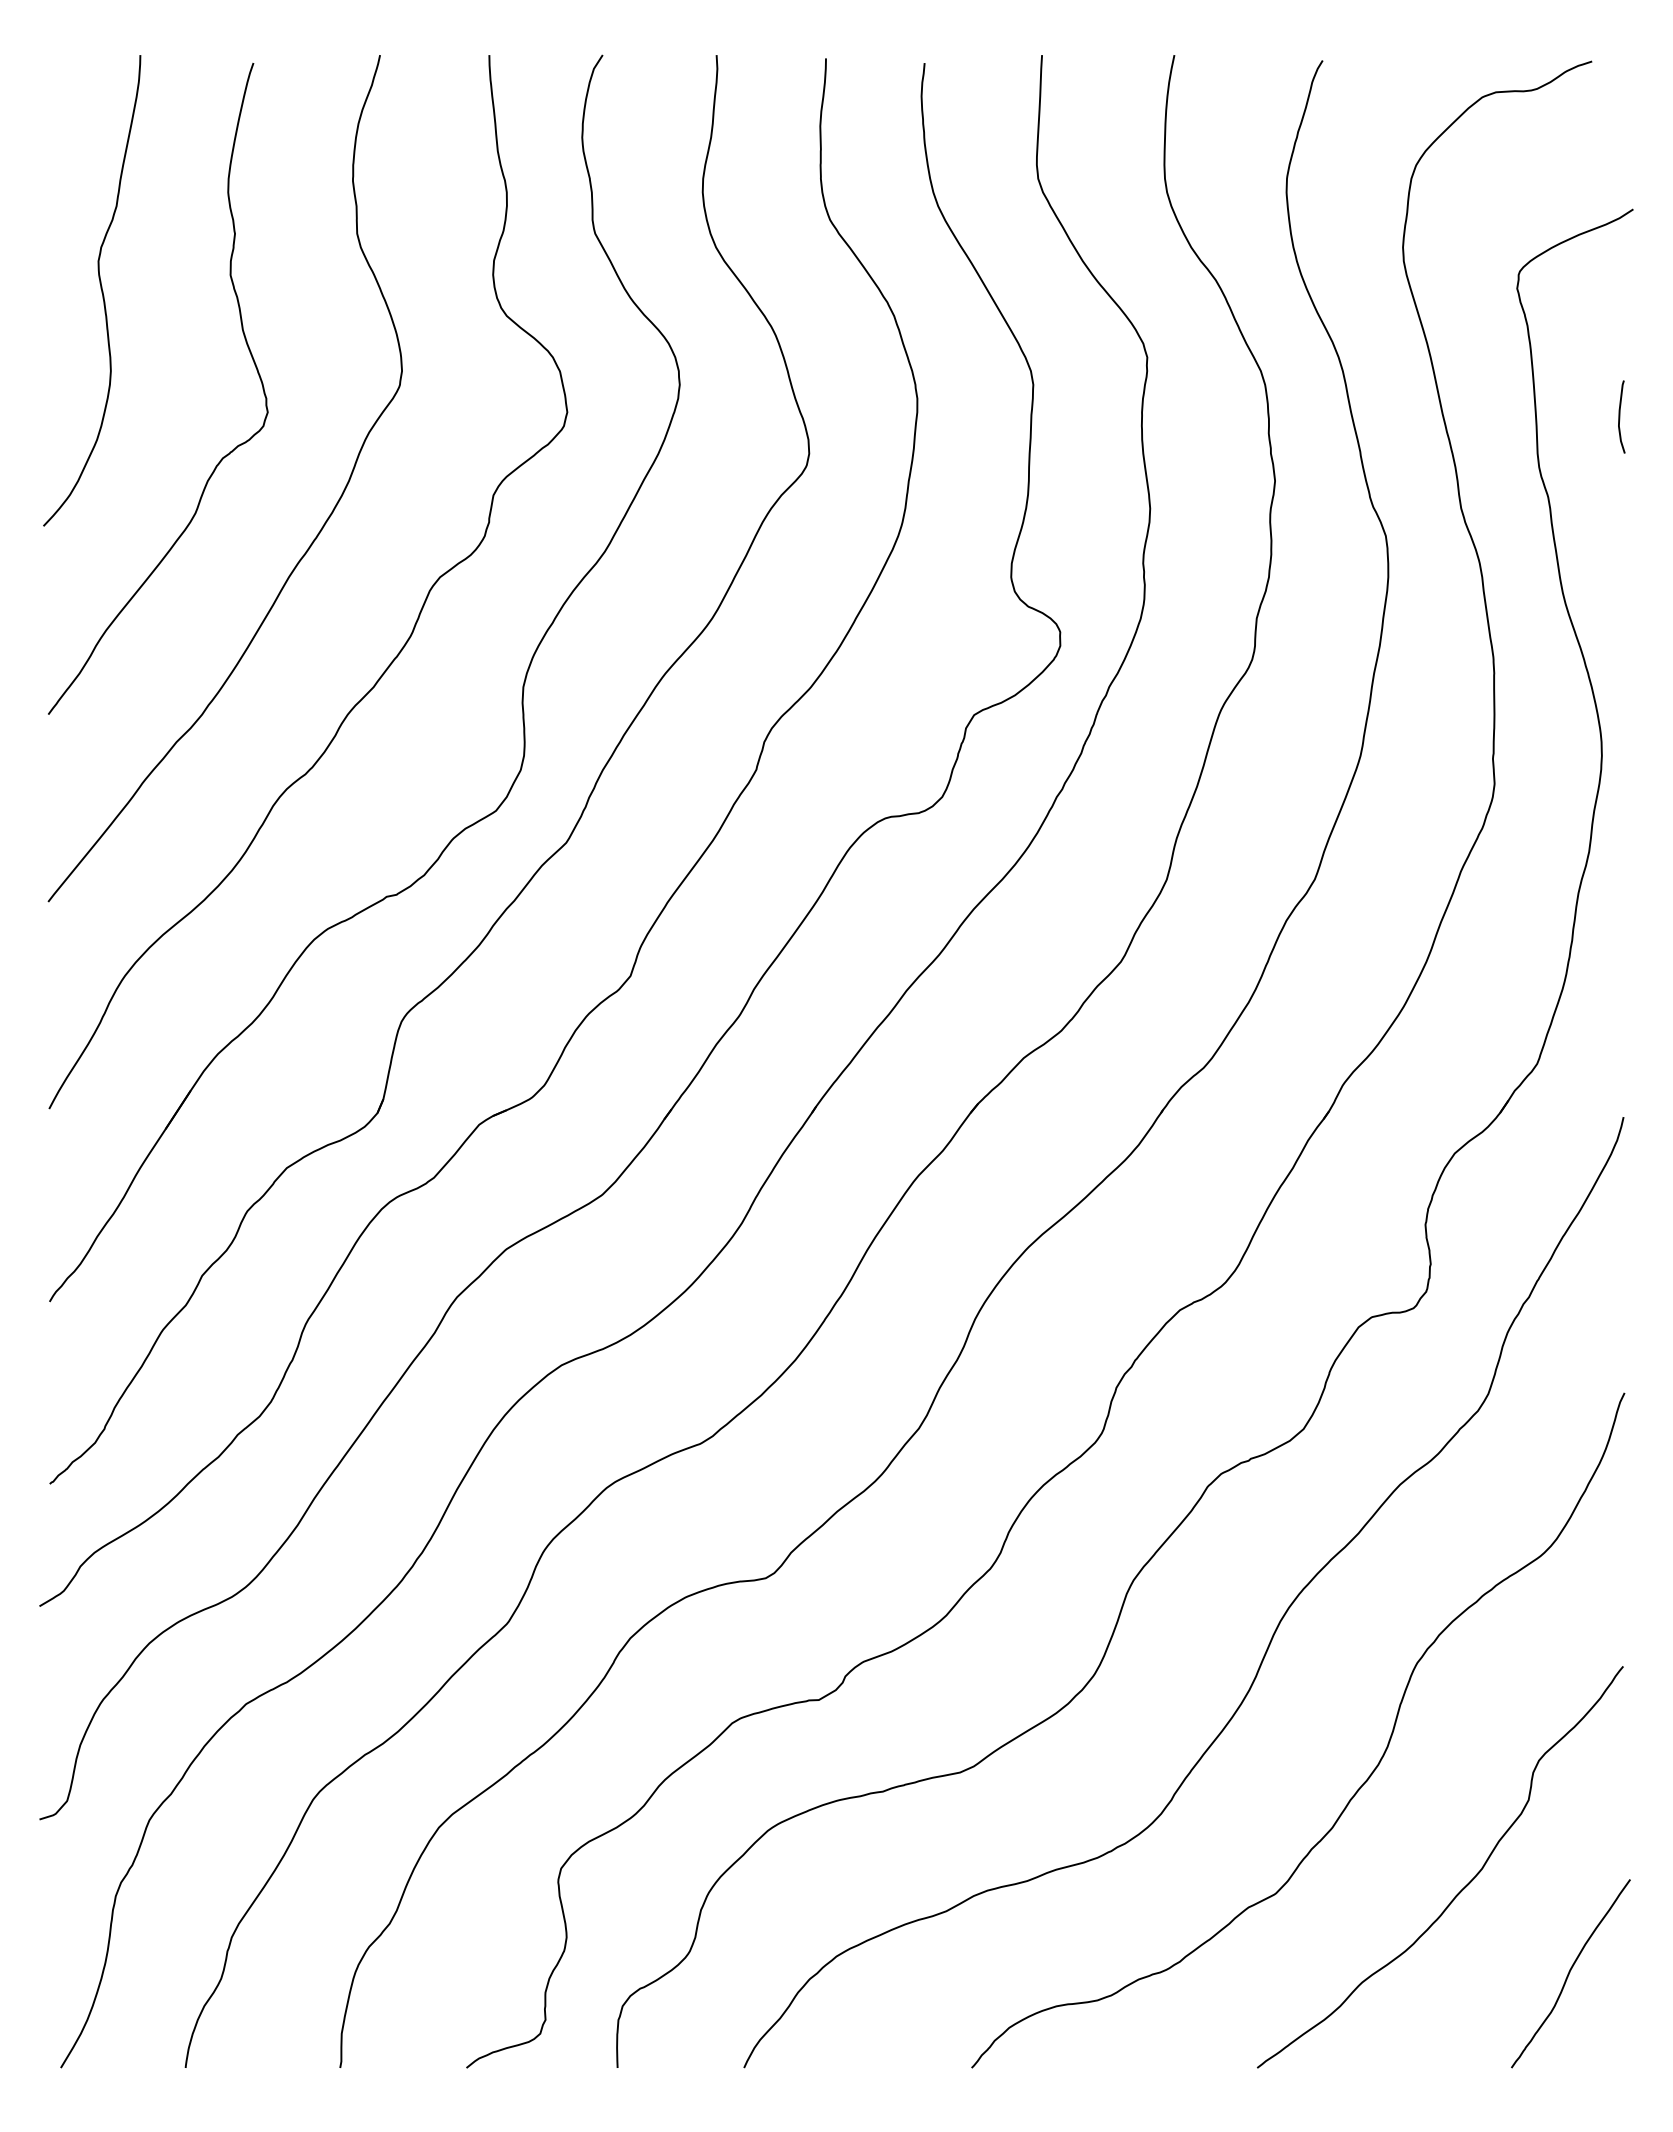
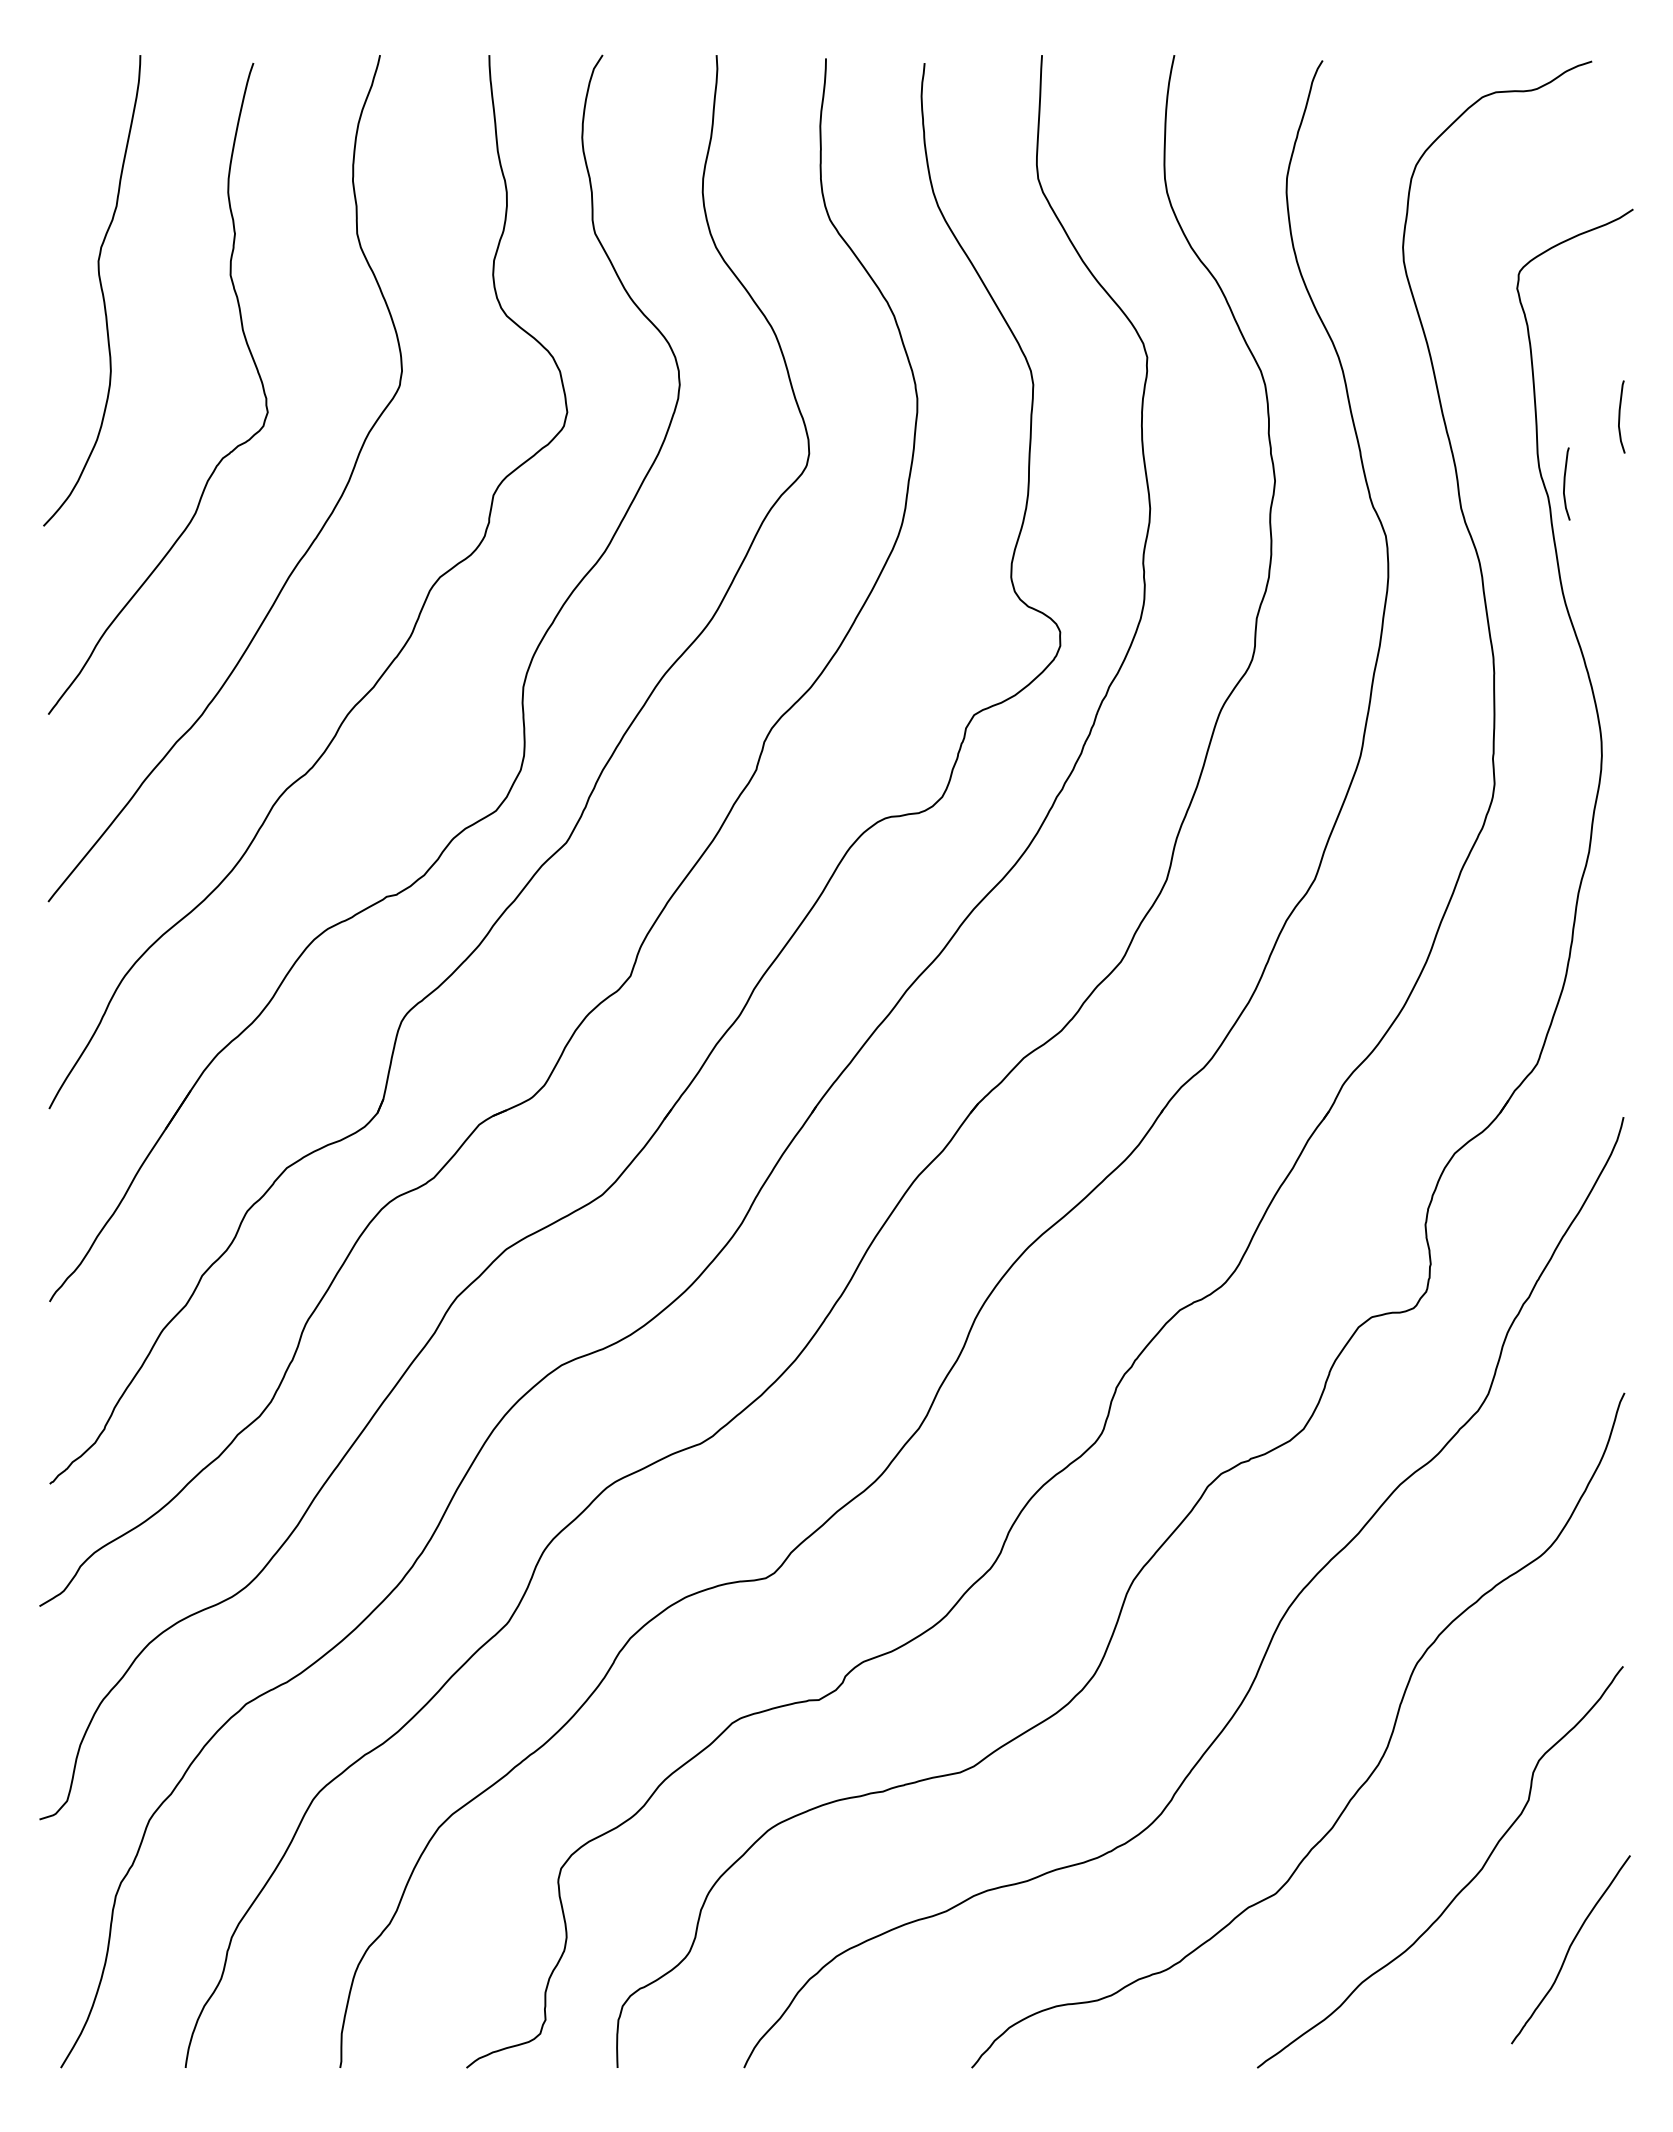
curve at (1565, 483): none -> present
curve at (1570, 1972) position: (1570, 1972) -> (1570, 1948)
